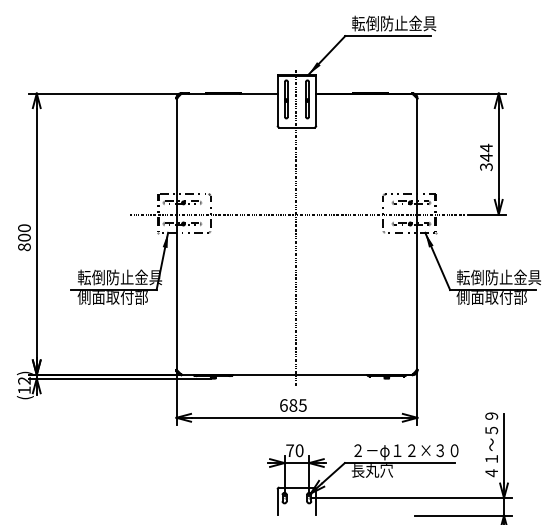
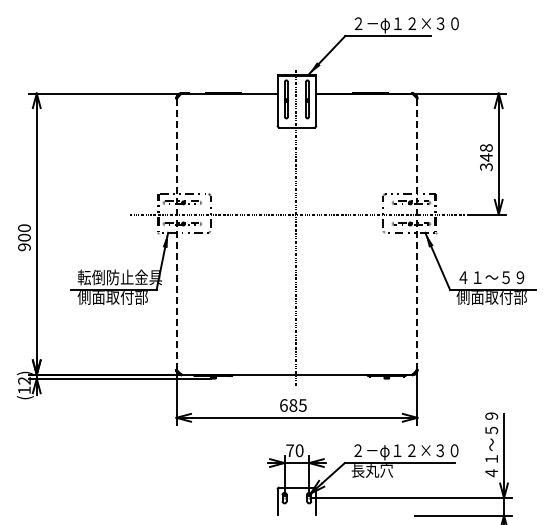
text at (405, 24): 転倒防止金具 -> ２－φ１２×３０
text at (486, 147): 344 -> 348
line at (417, 233): solid -> dashed
line at (176, 234): solid -> dashed
text at (24, 247): 800 -> 900
text at (498, 277): 転倒防止金具 -> ４１～５９
